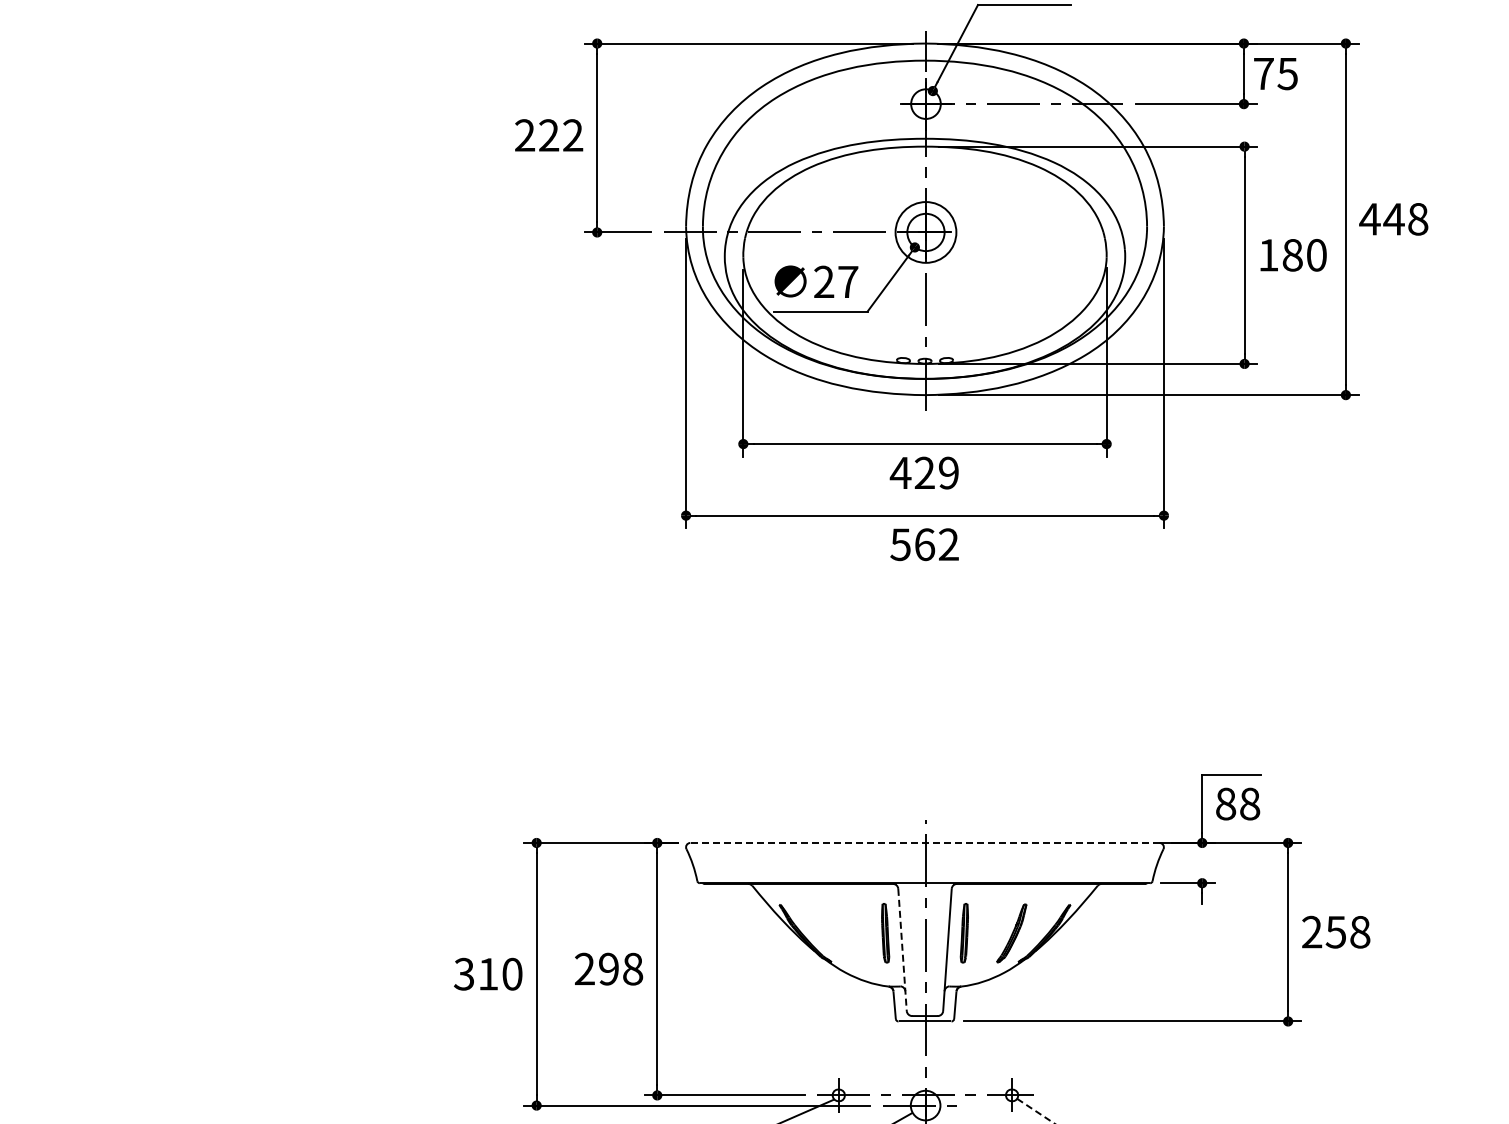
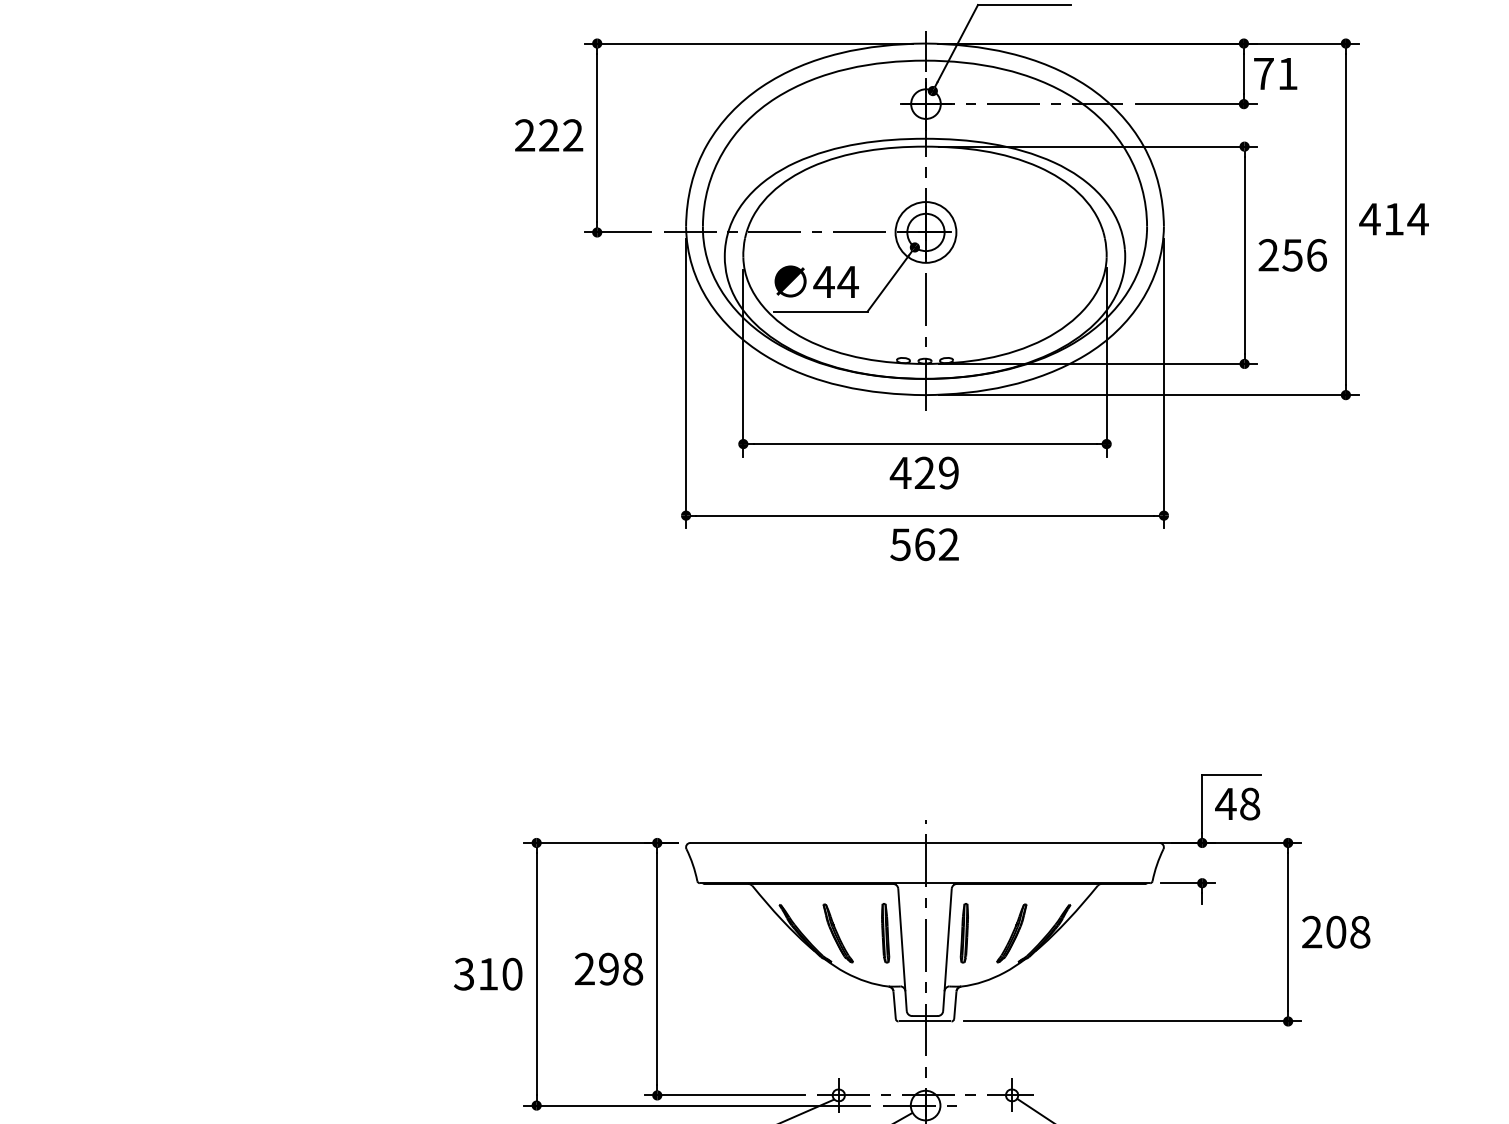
text at (1287, 74): 75 -> 71
text at (1405, 219): 448 -> 414
text at (1292, 255): 180 -> 256
text at (835, 281): 27 -> 44
text at (1225, 803): 88 -> 48
line at (924, 842): dashed -> solid
text at (1335, 931): 258 -> 208
part at (837, 933): none -> present
line at (902, 950): dashed -> solid
line at (1036, 1111): dashed -> solid
